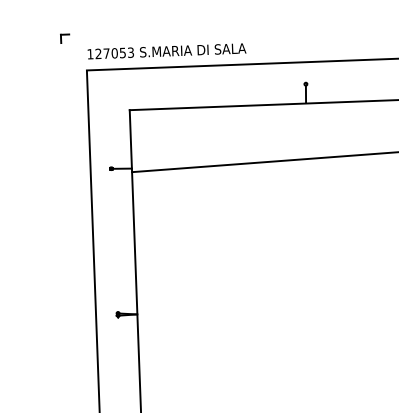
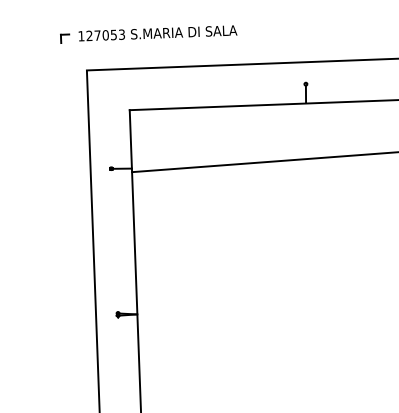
text at (166, 51) position: (166, 51) -> (157, 33)
